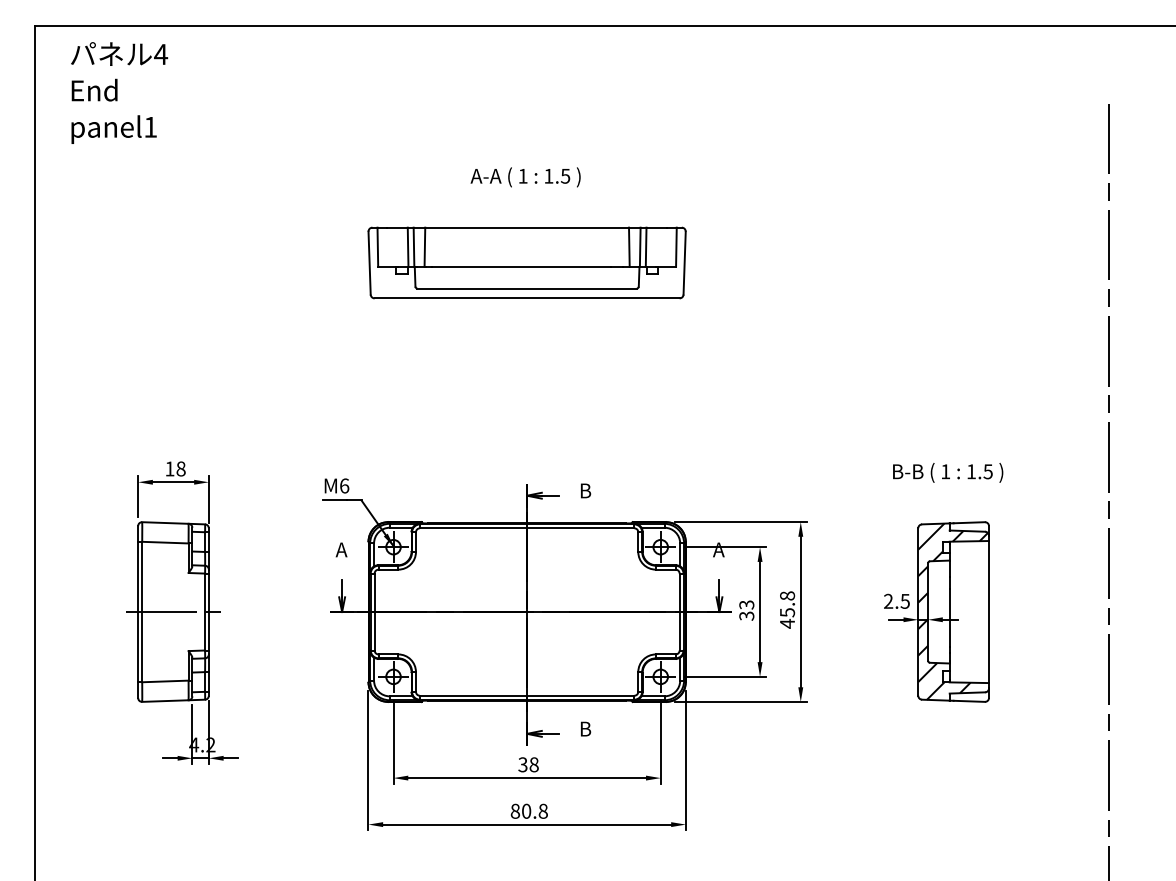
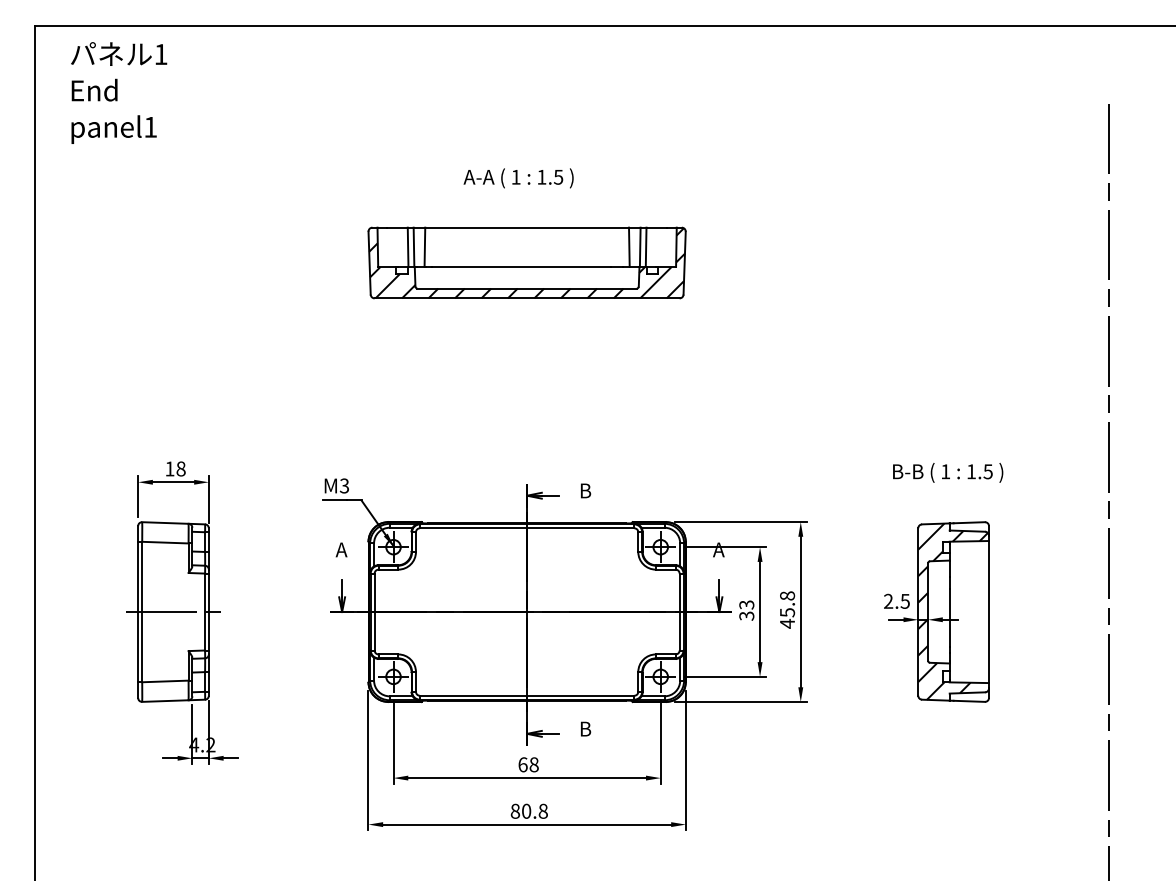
text at (161, 54): 4 -> 1
text at (525, 177) position: (525, 177) -> (518, 178)
hatch at (526, 263): none -> present
text at (344, 485): M6 -> M3
text at (522, 764): 38 -> 68
